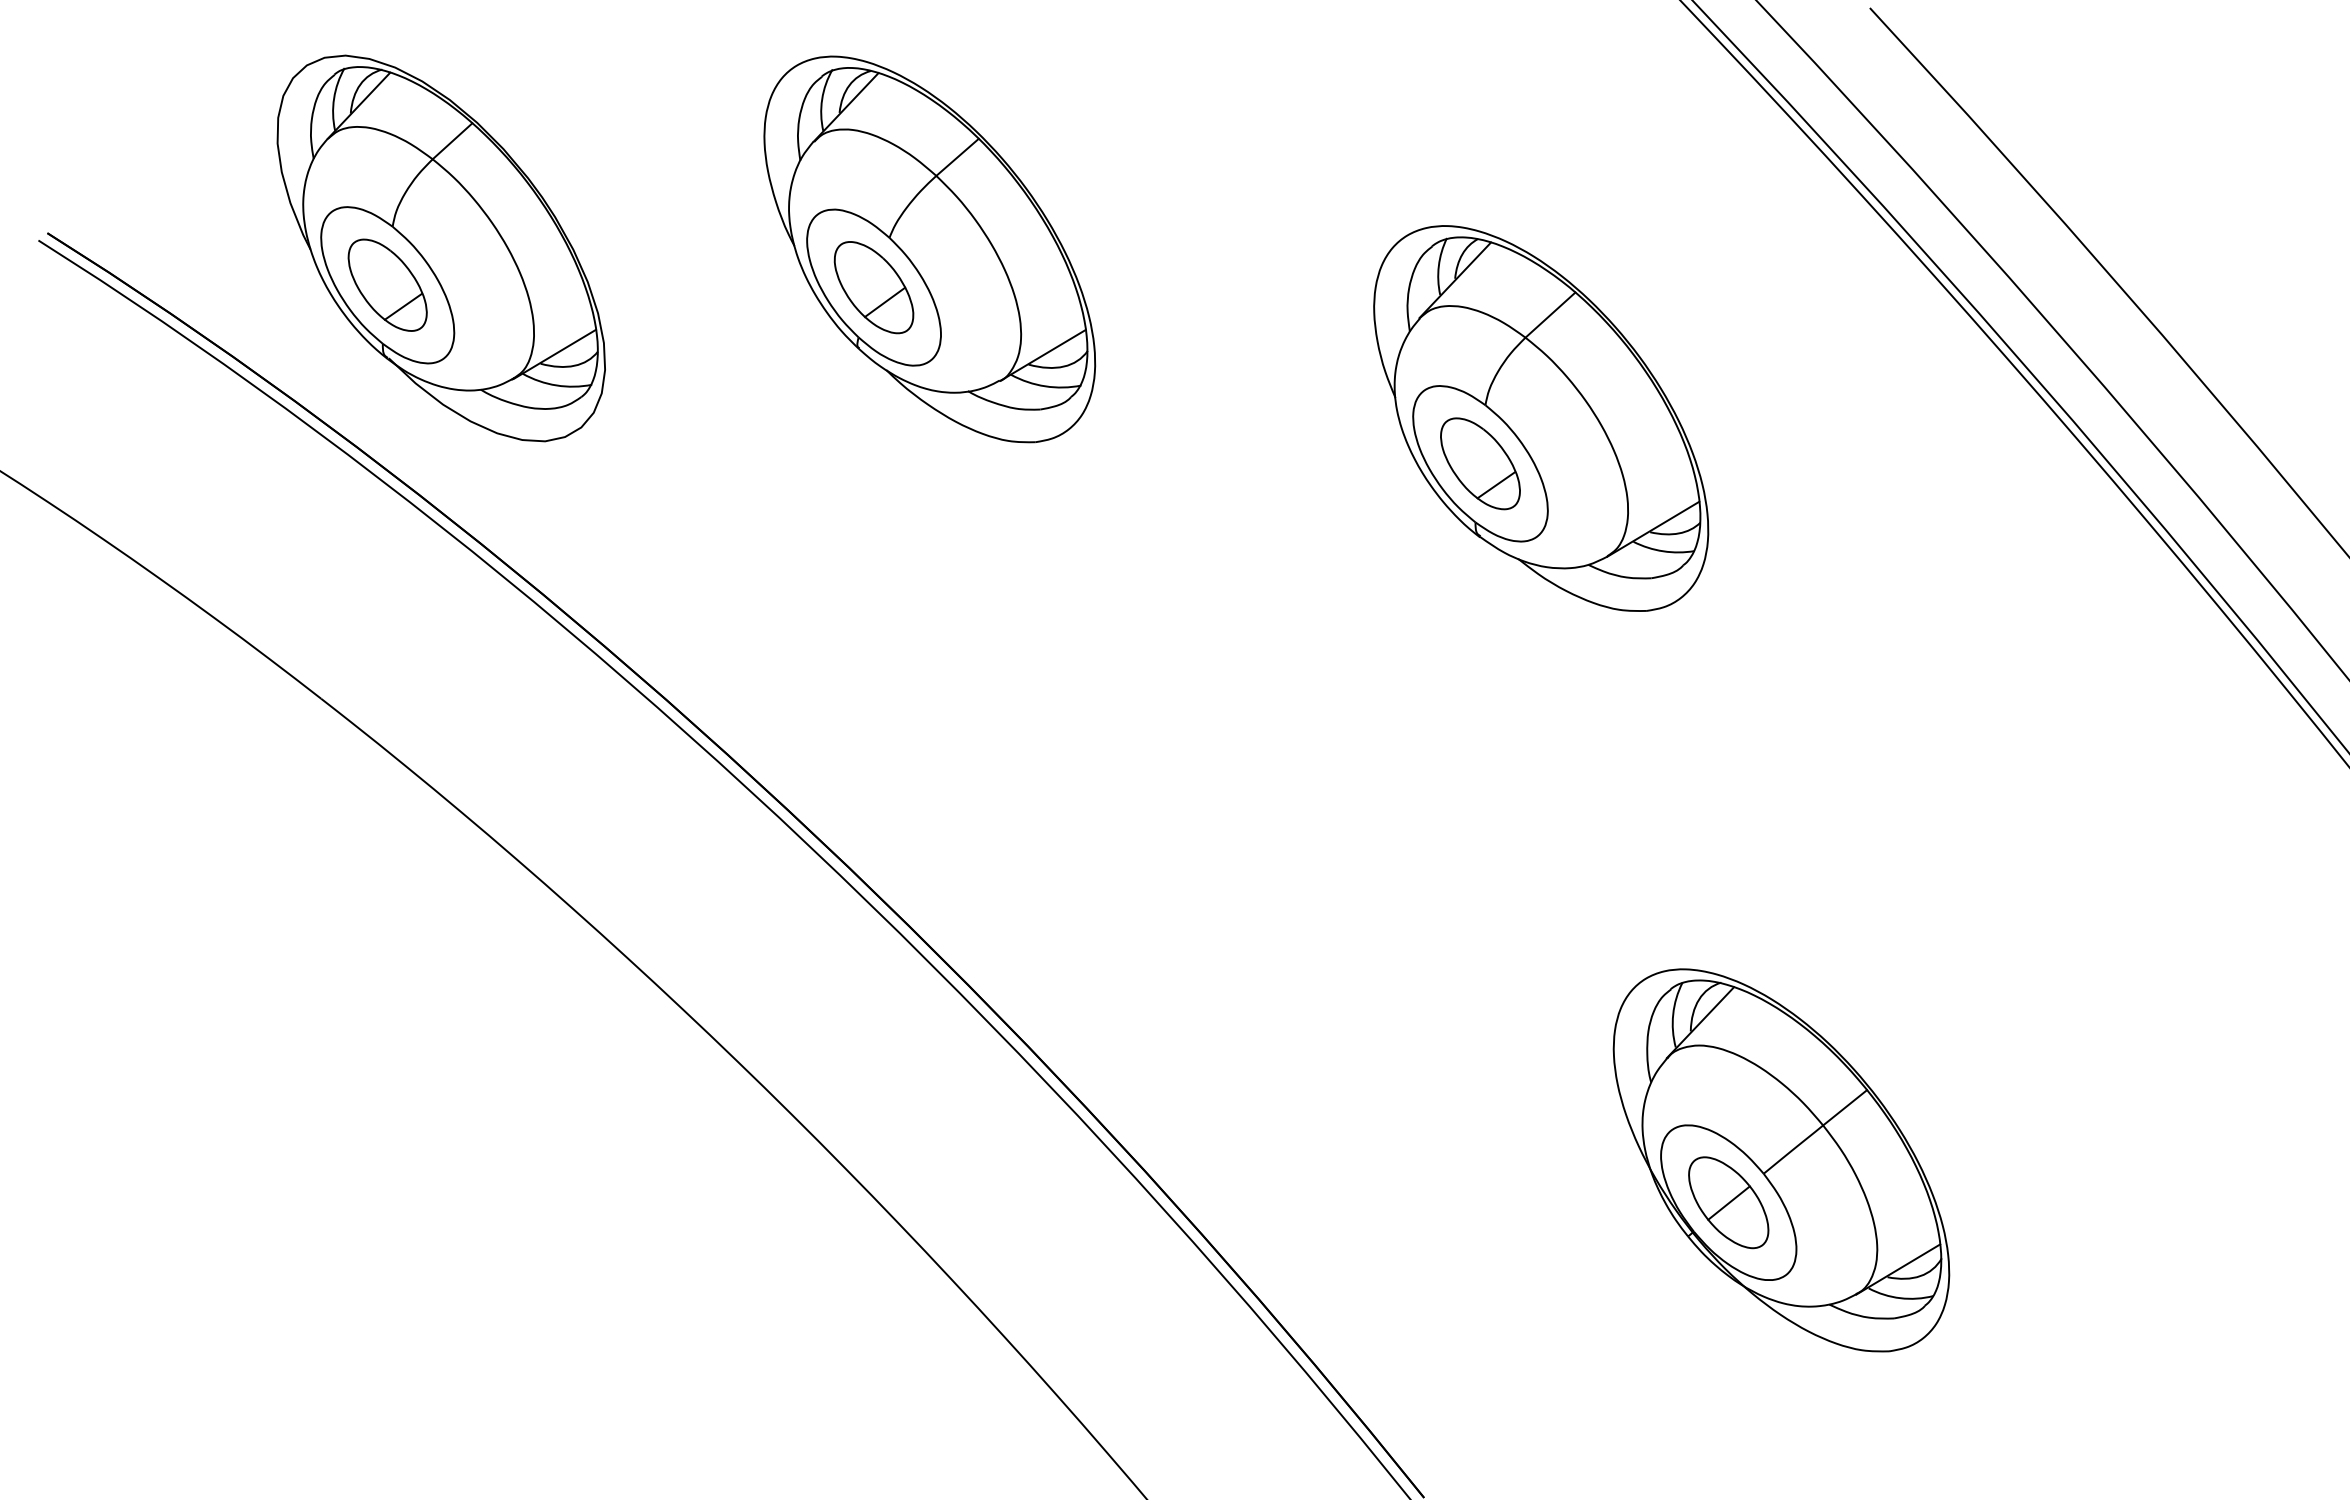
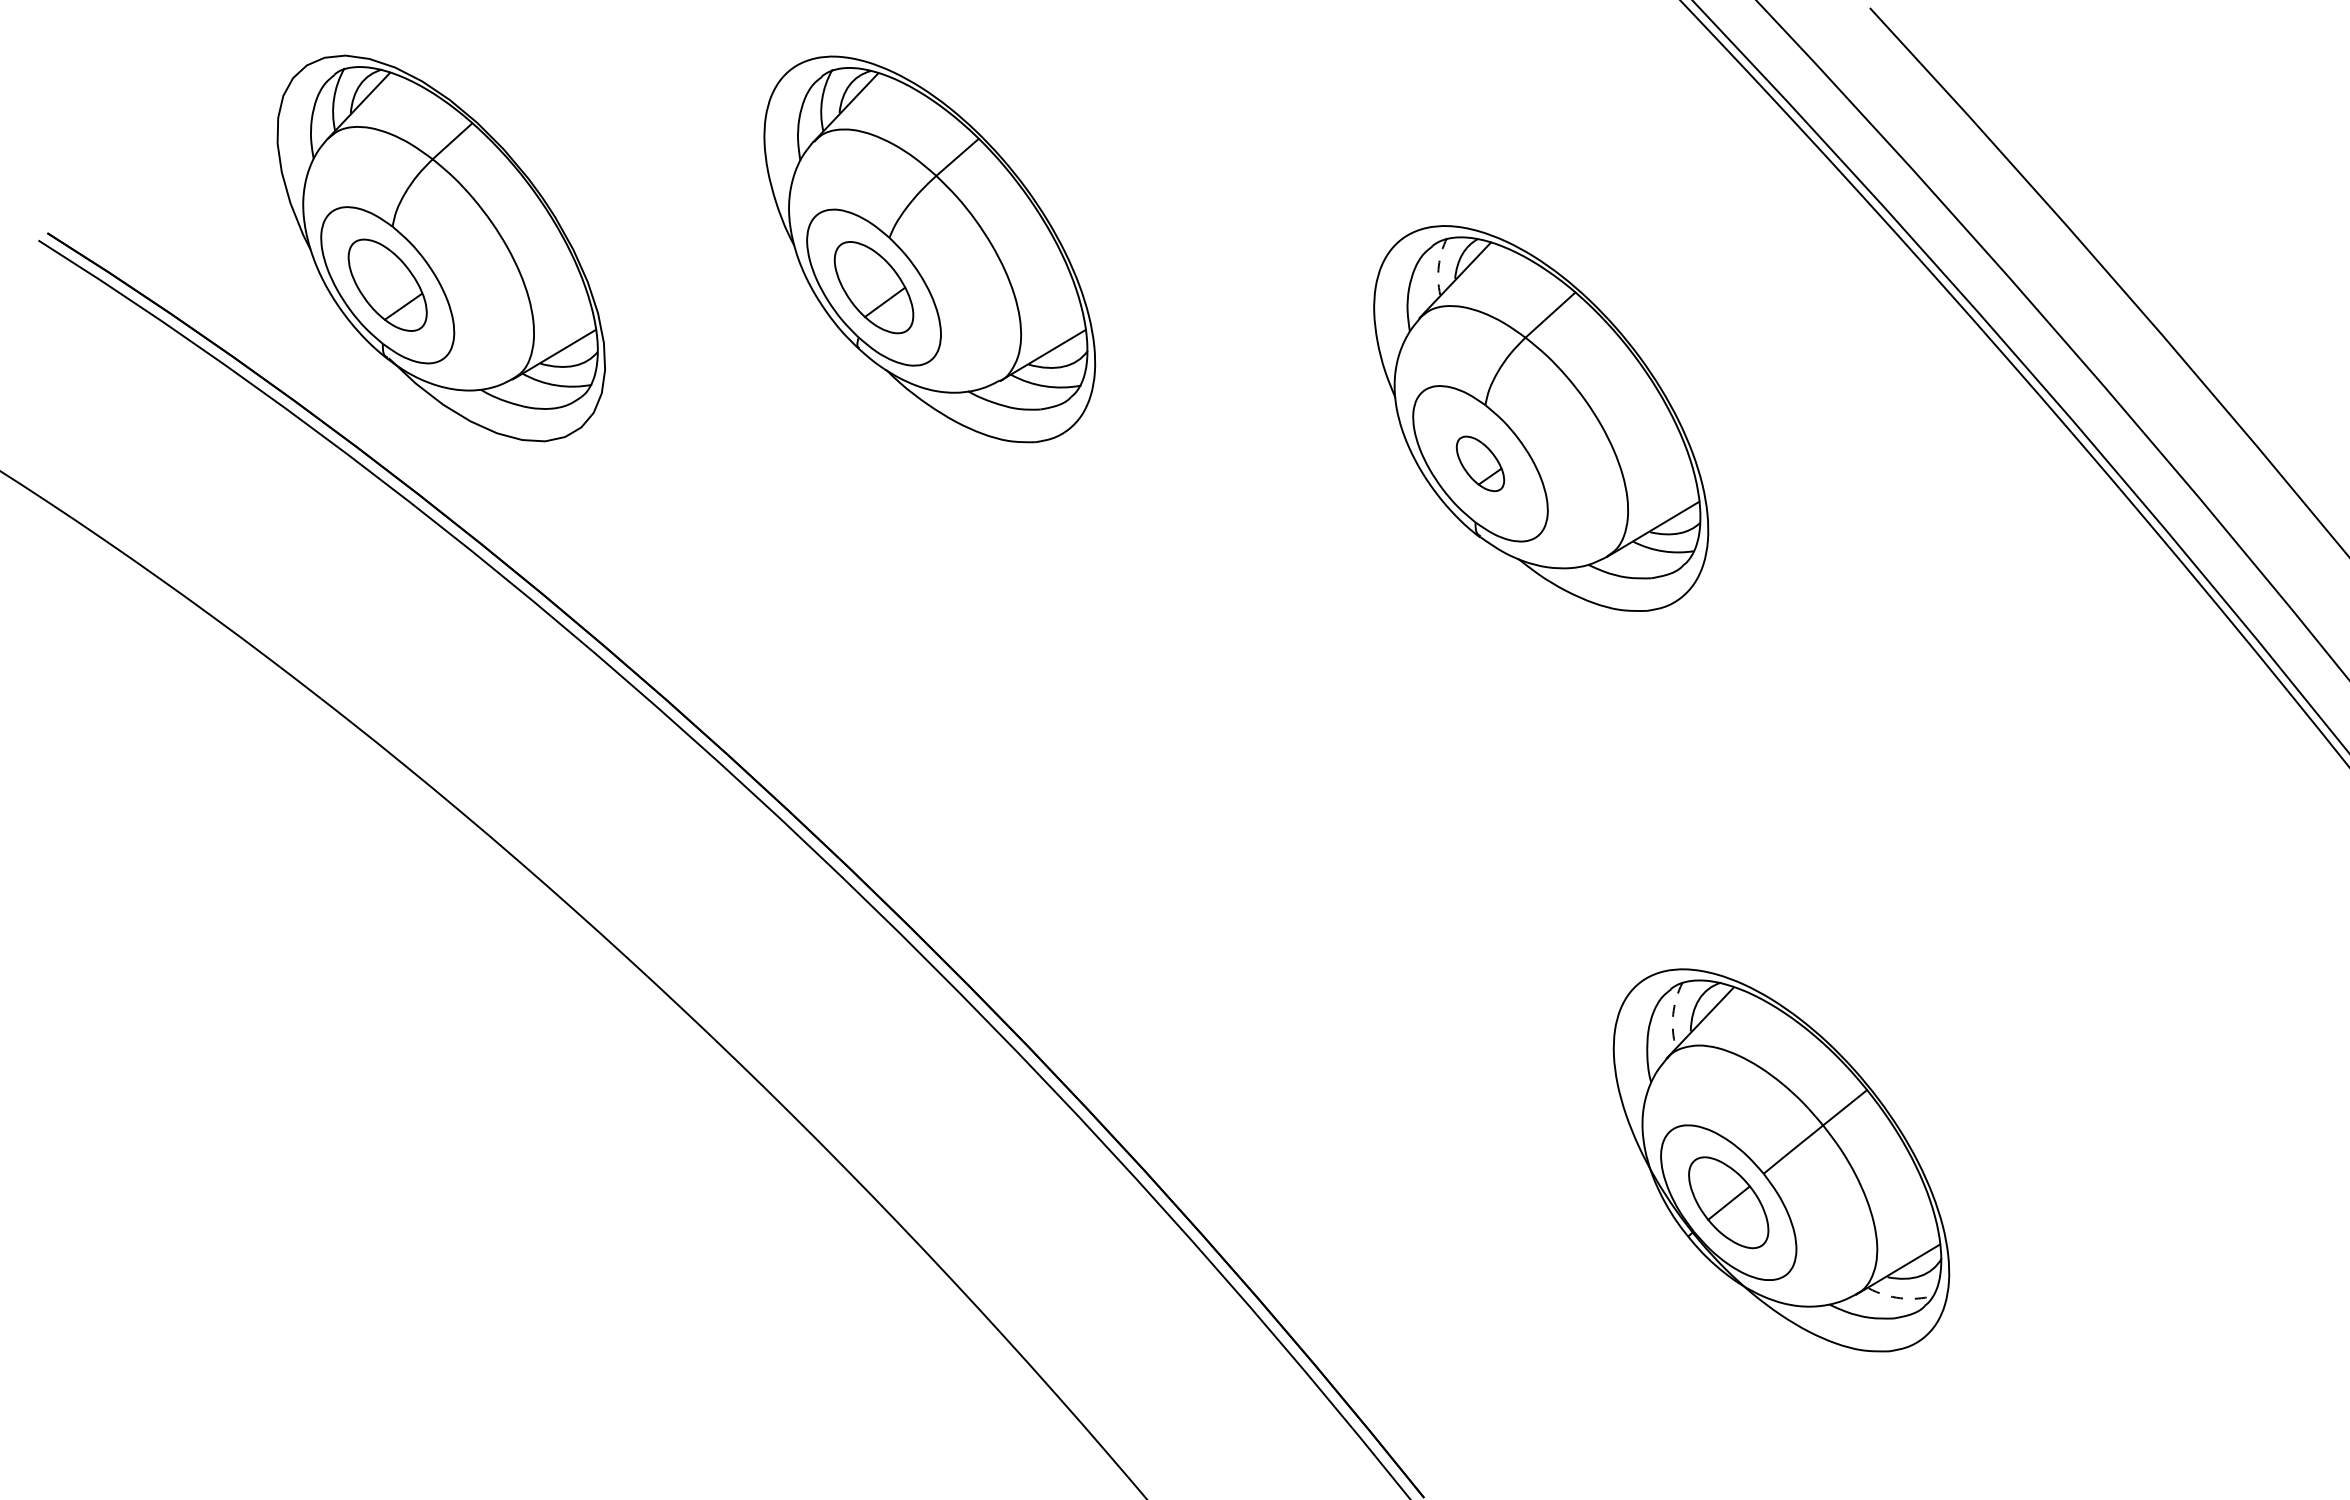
arc at (1438, 265): solid -> dashed
part at (1480, 463) size: 81x94 px -> 51x58 px
arc at (1673, 1014): solid -> dashed
arc at (1900, 1298): solid -> dashed
